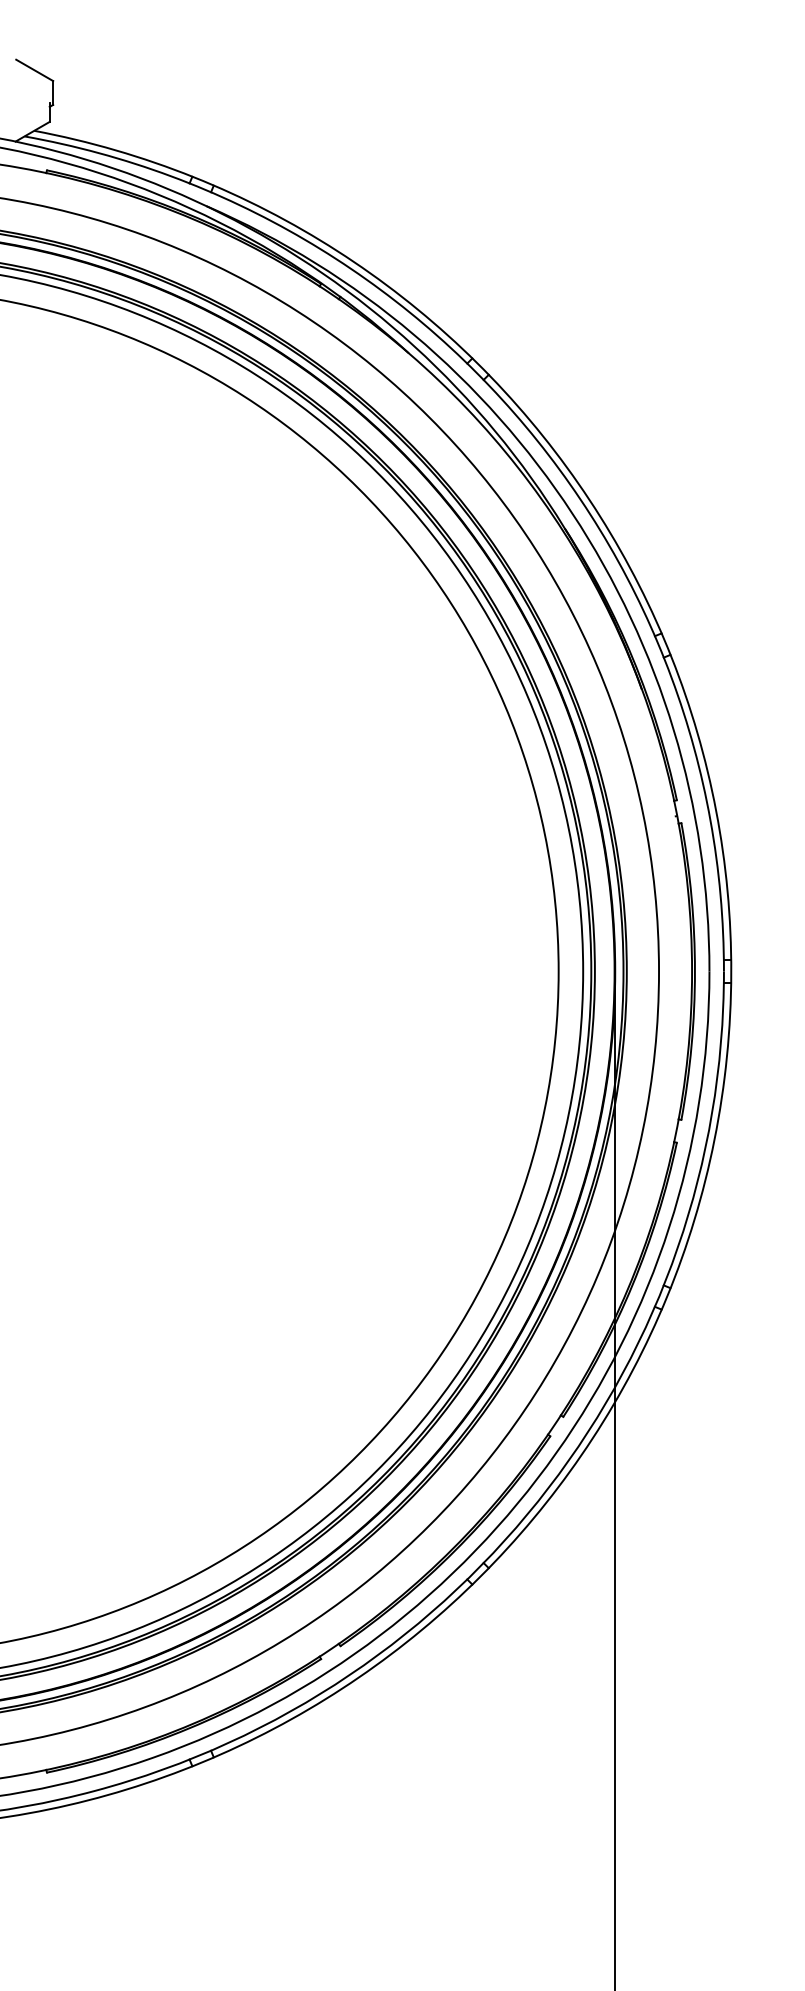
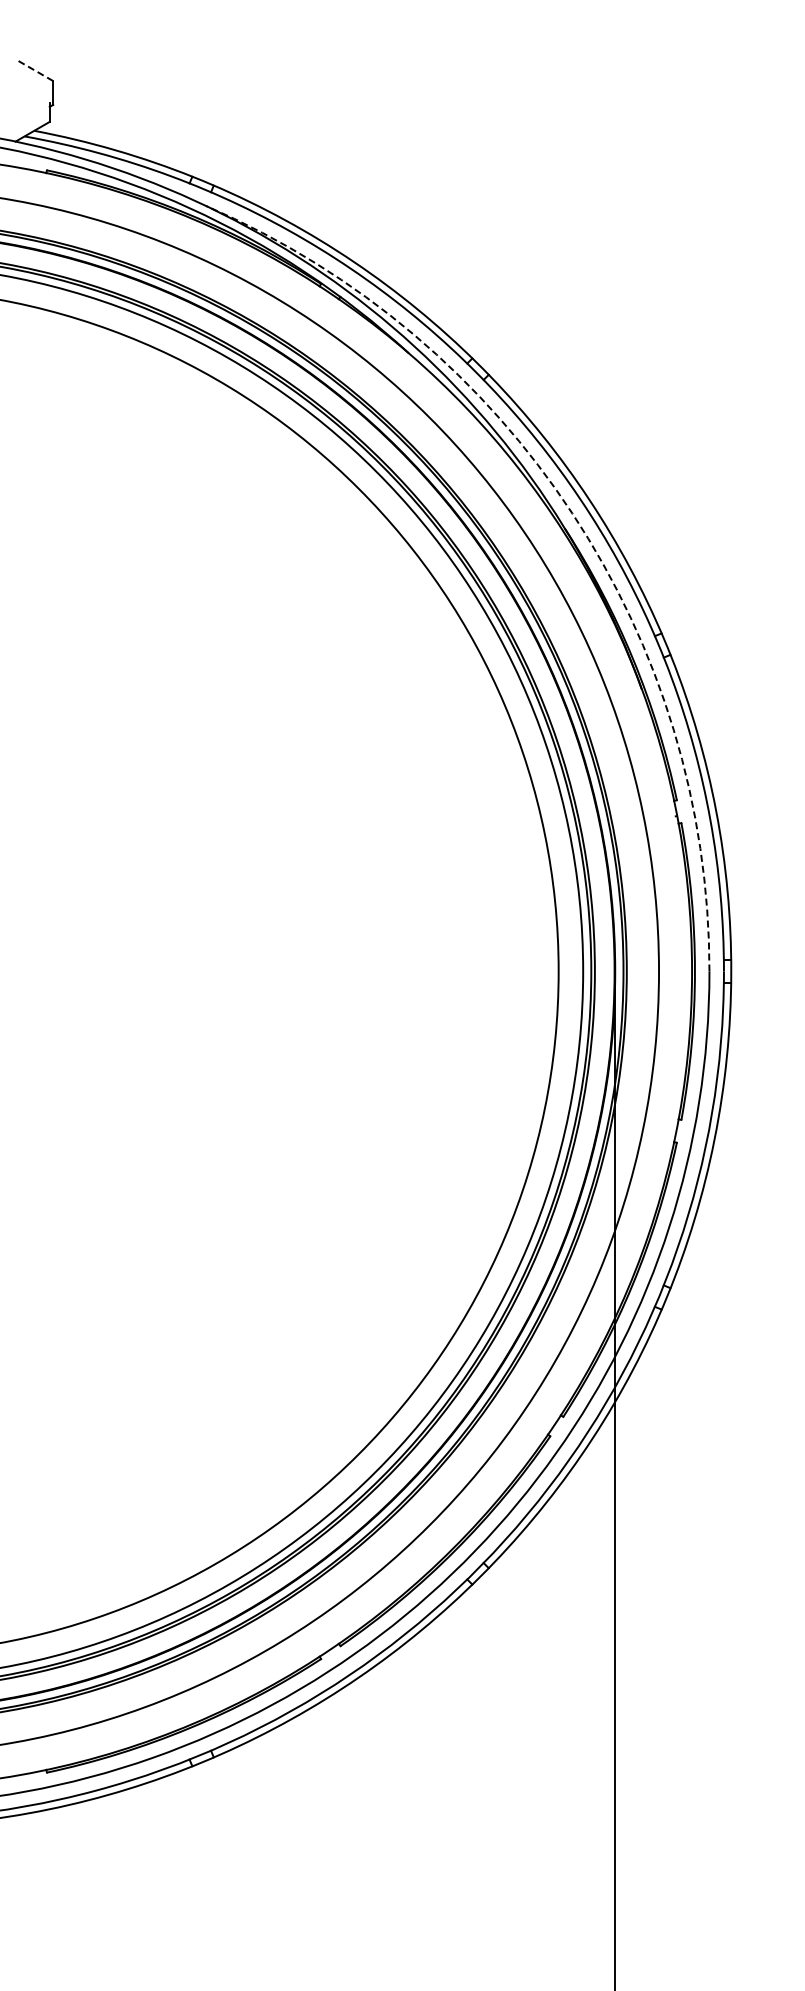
line at (34, 70): solid -> dashed
arc at (572, 513): solid -> dashed
